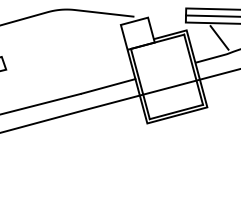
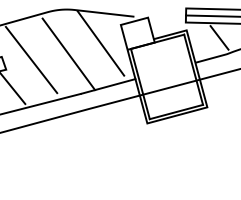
line at (100, 43): none -> present
line at (68, 54): none -> present
line at (31, 59): none -> present
line at (13, 89): none -> present
